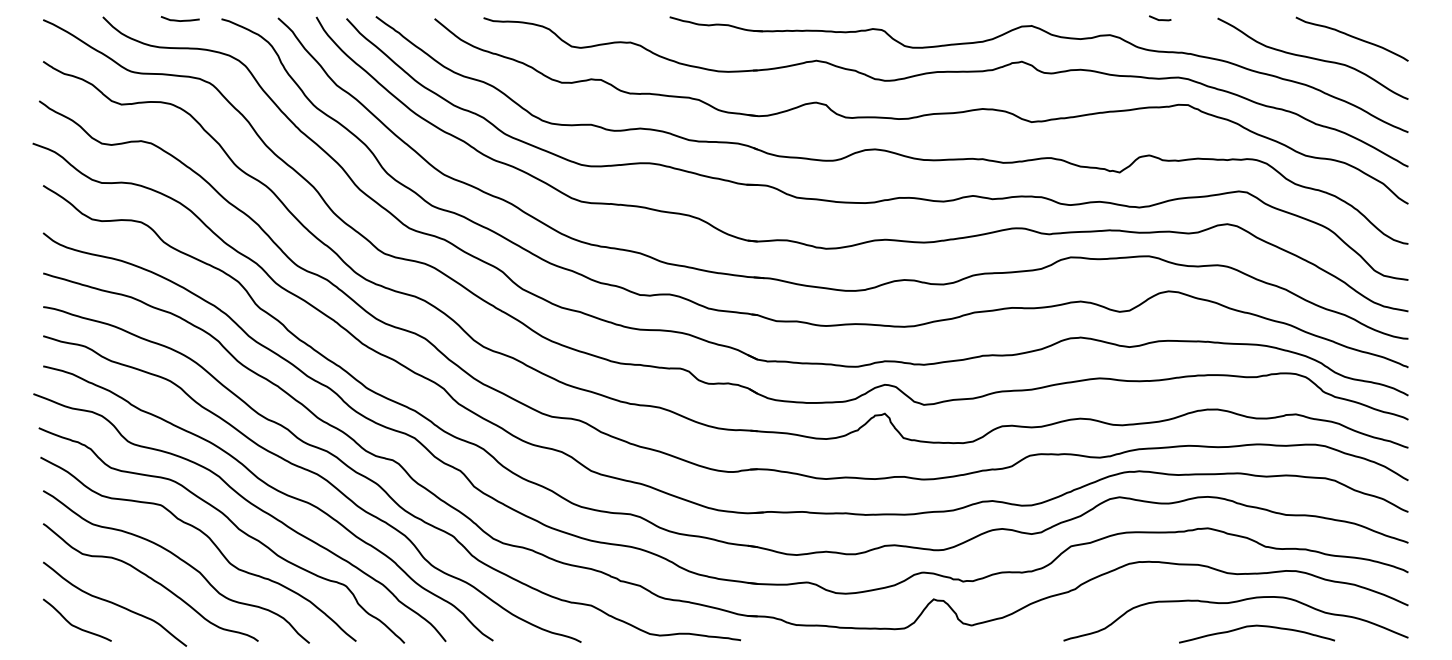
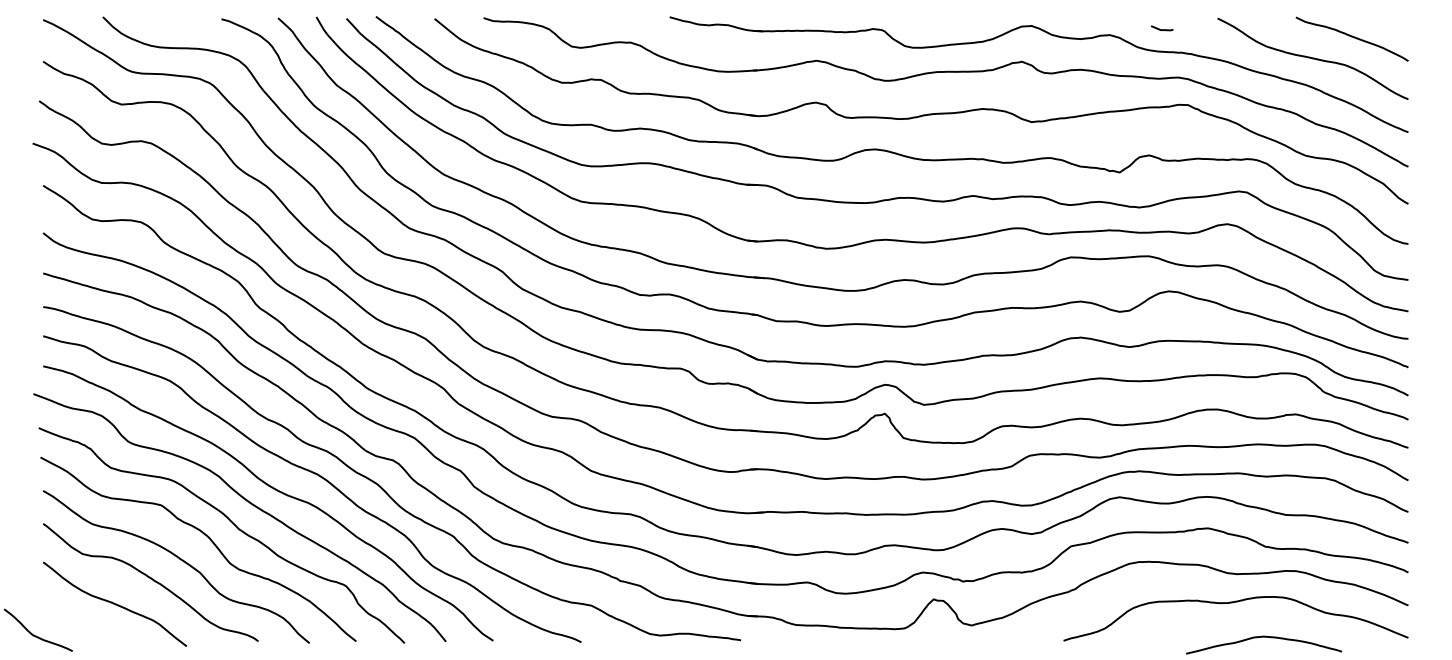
line at (1160, 19) position: (1160, 19) -> (1162, 29)
curve at (179, 20): present -> none
curve at (75, 625) position: (75, 625) -> (36, 635)
curve at (1257, 626) position: (1257, 626) -> (1264, 637)
